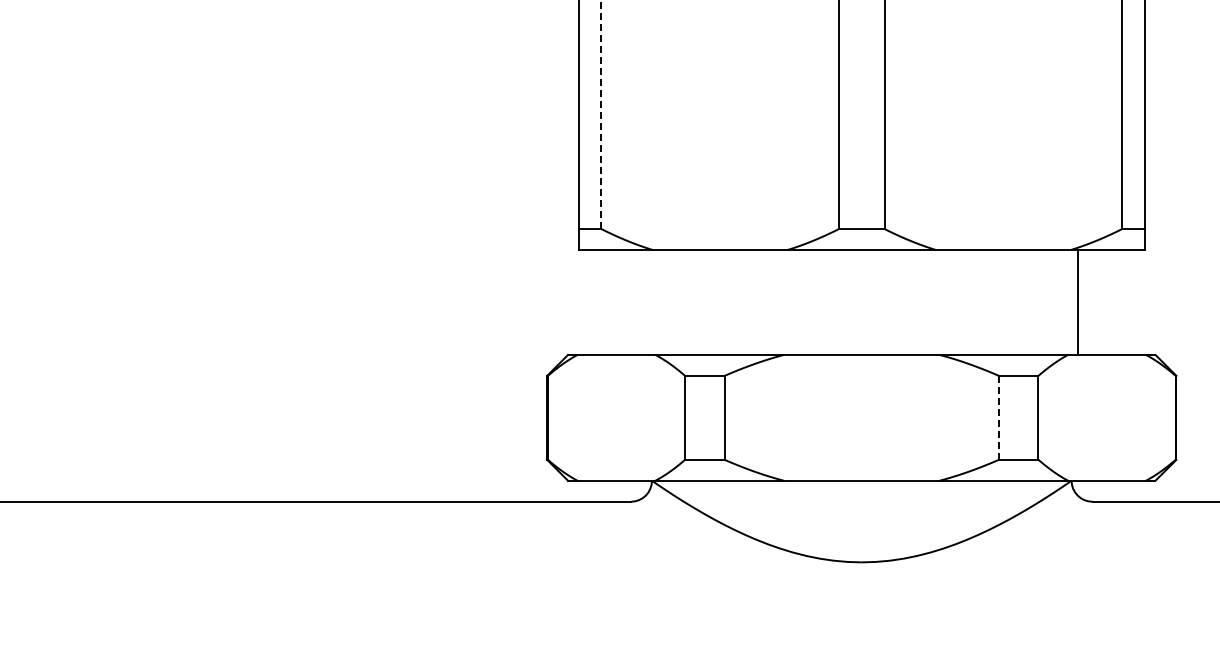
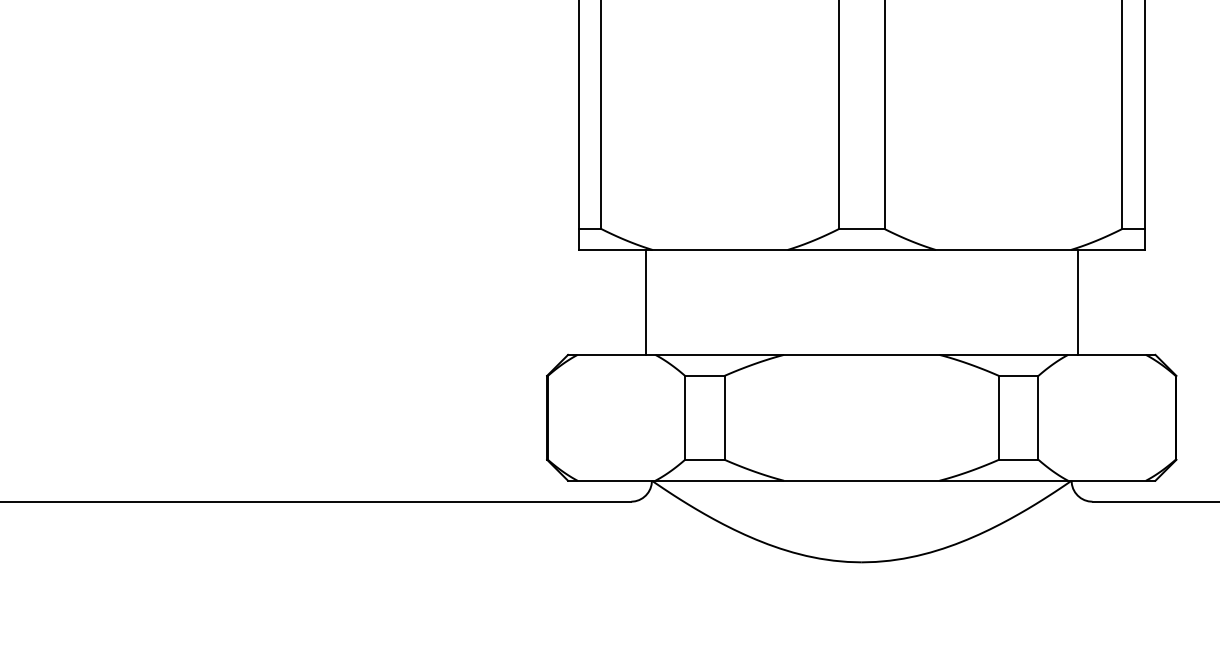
line at (601, 114): dashed -> solid
line at (645, 302): none -> present
line at (998, 417): dashed -> solid
